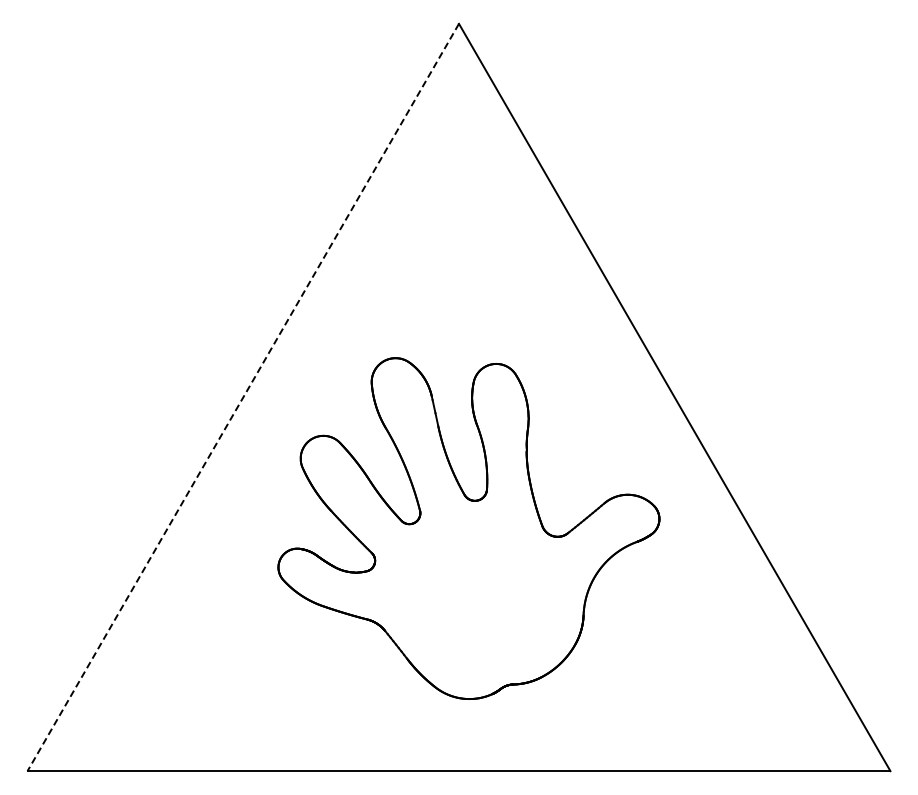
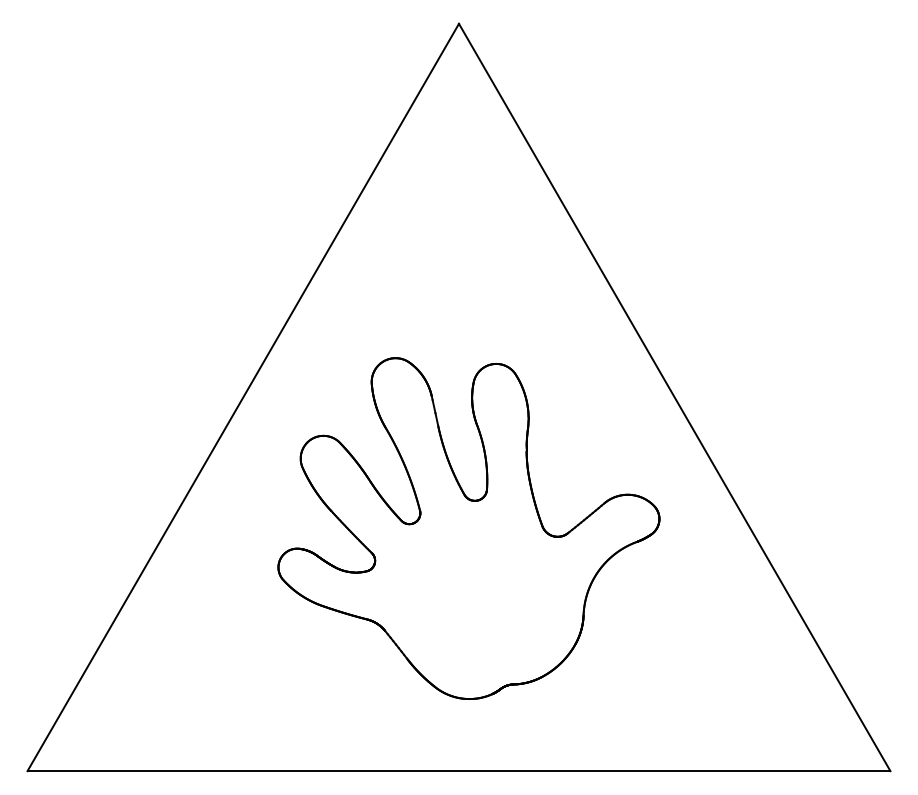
line at (243, 397): dashed -> solid
